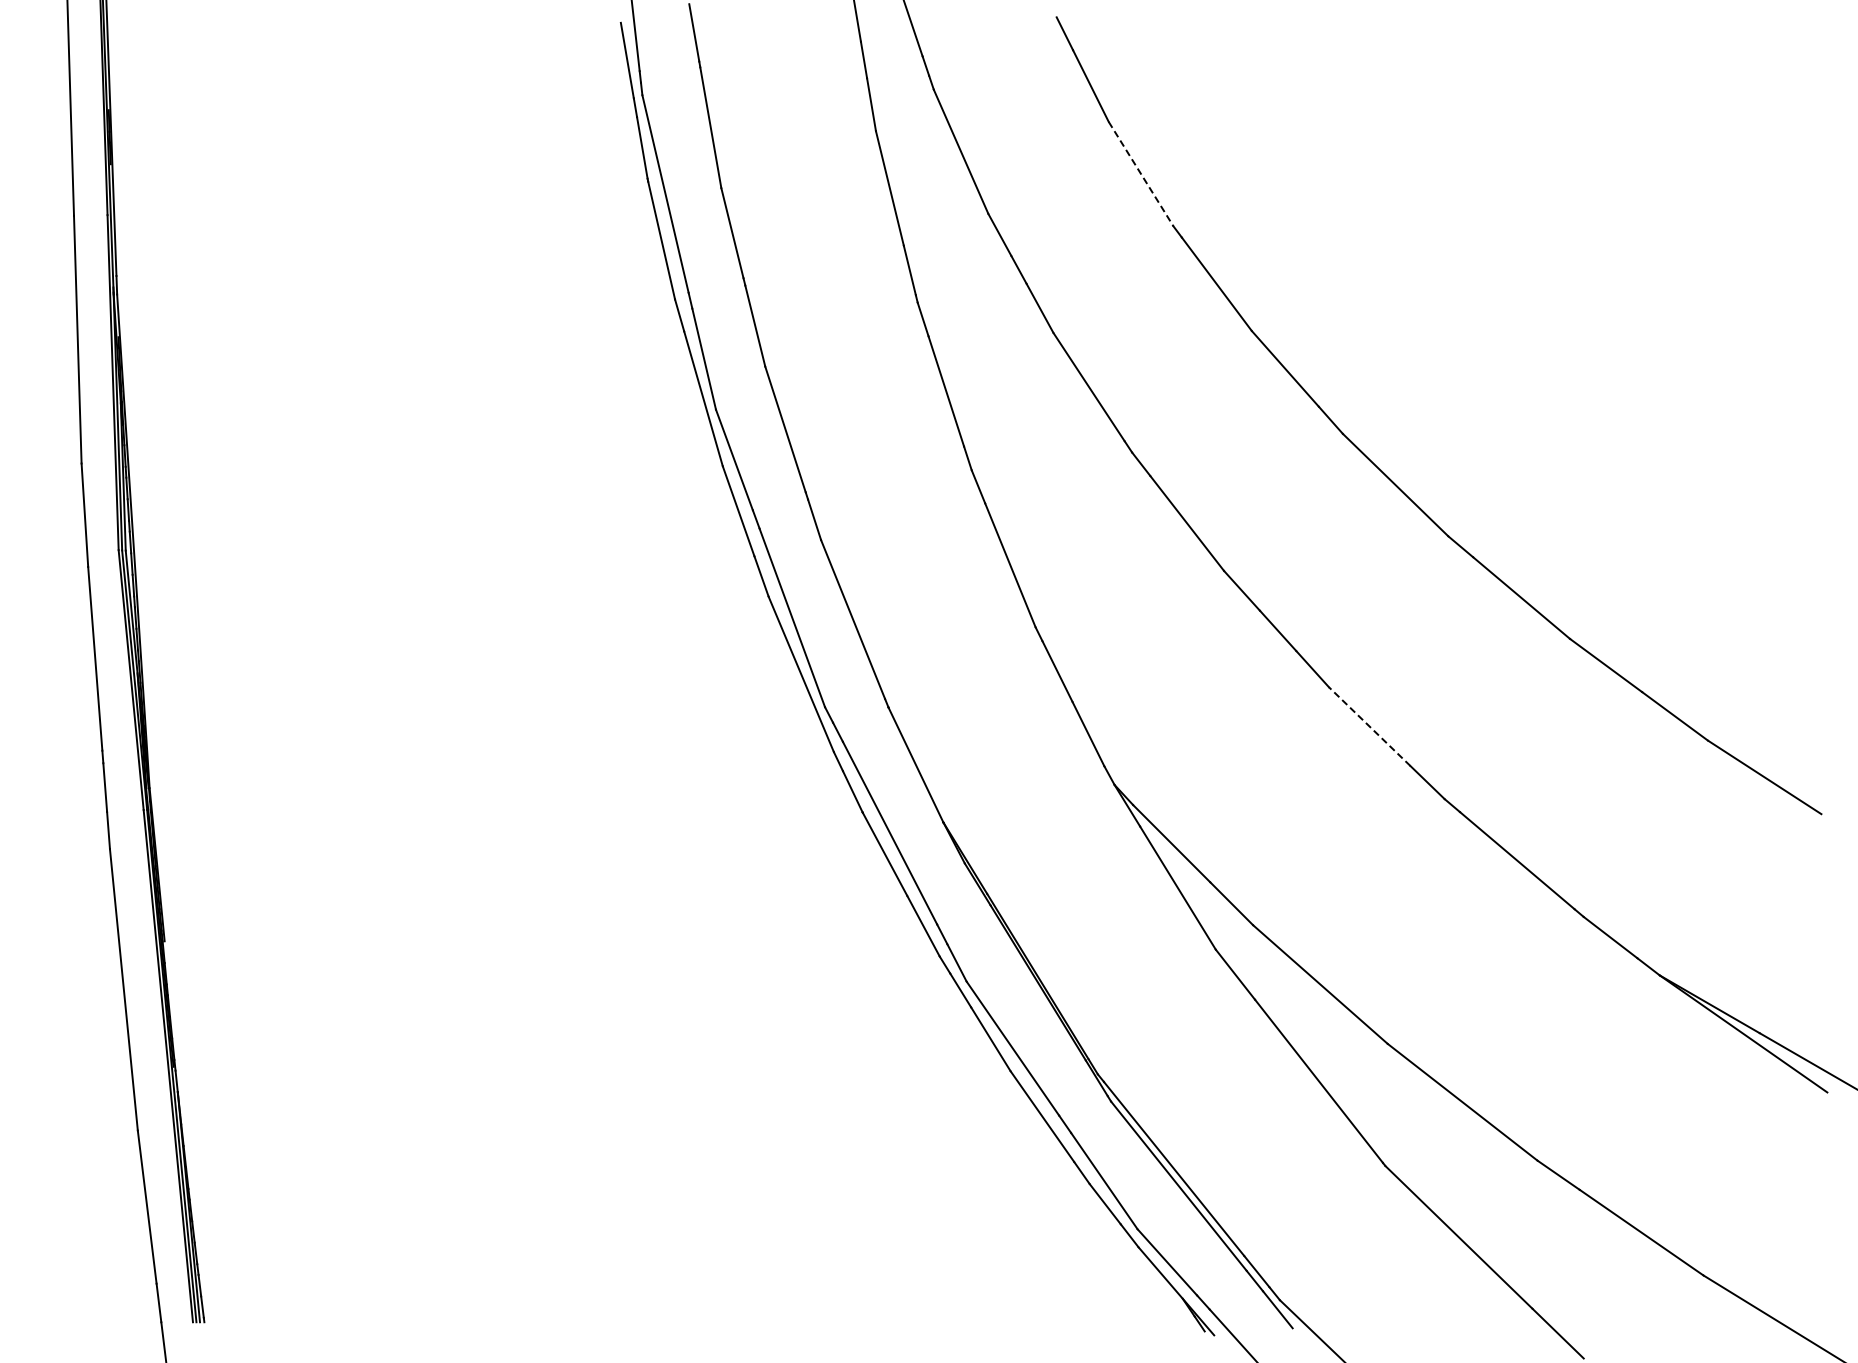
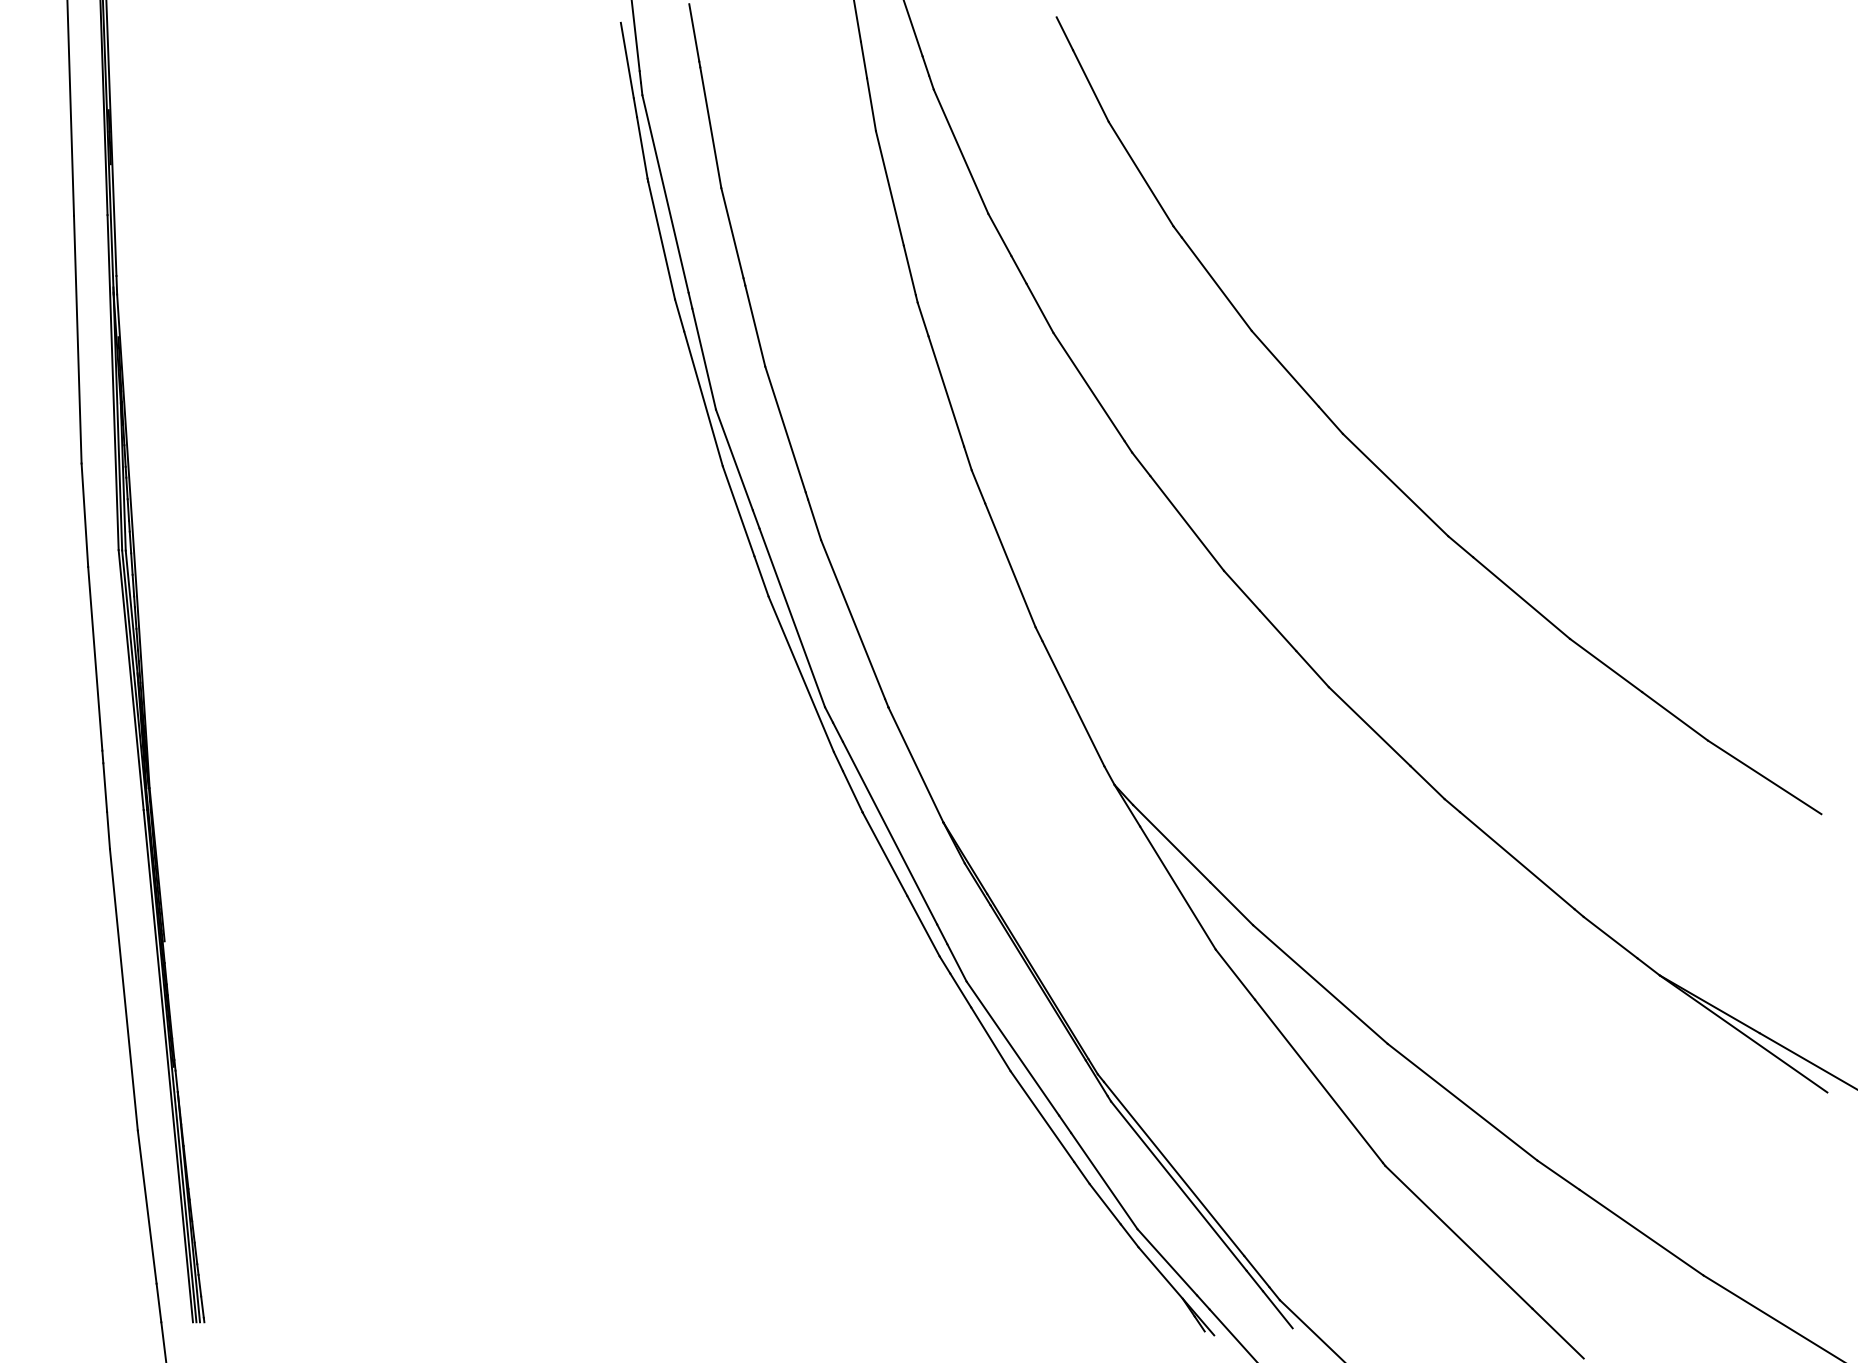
line at (1141, 174): dashed -> solid
line at (1369, 726): dashed -> solid
